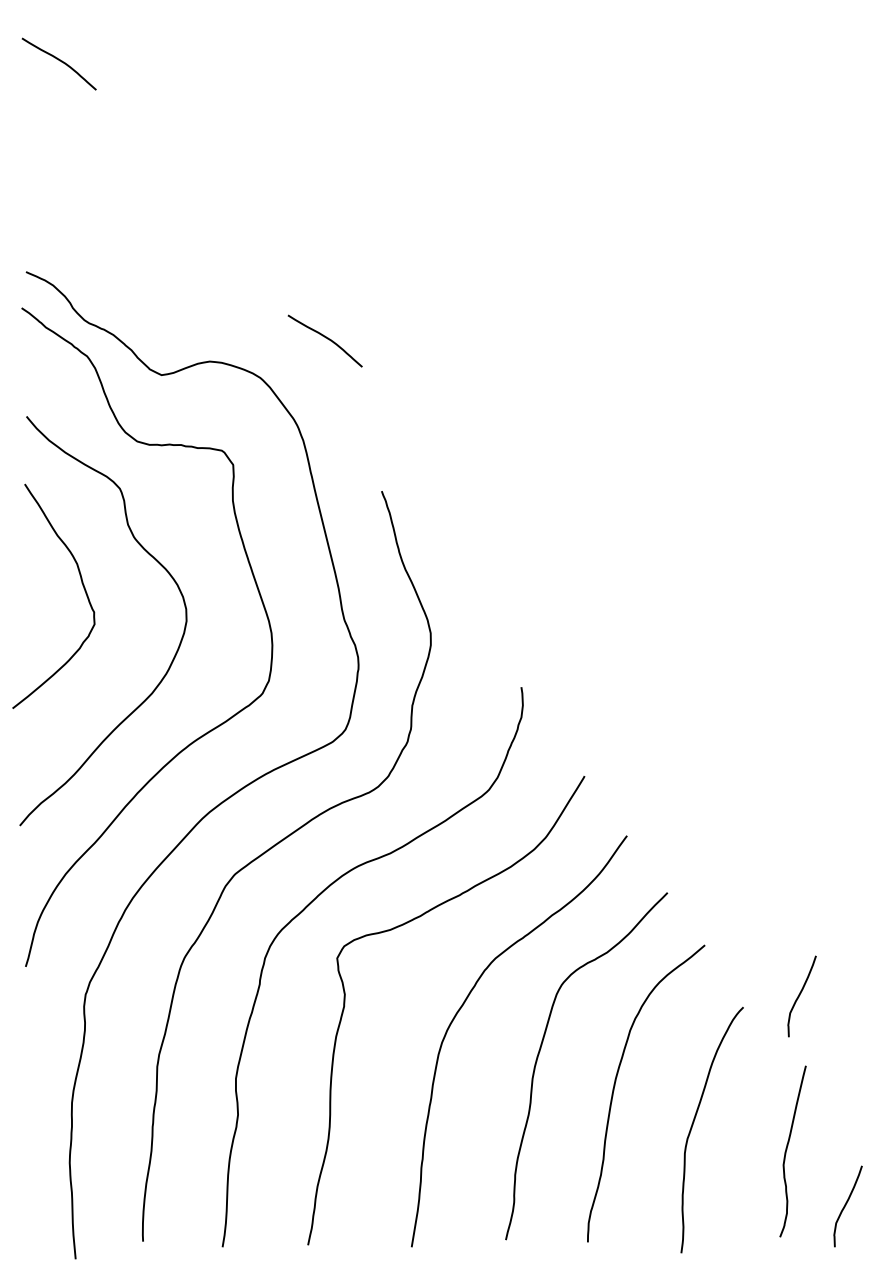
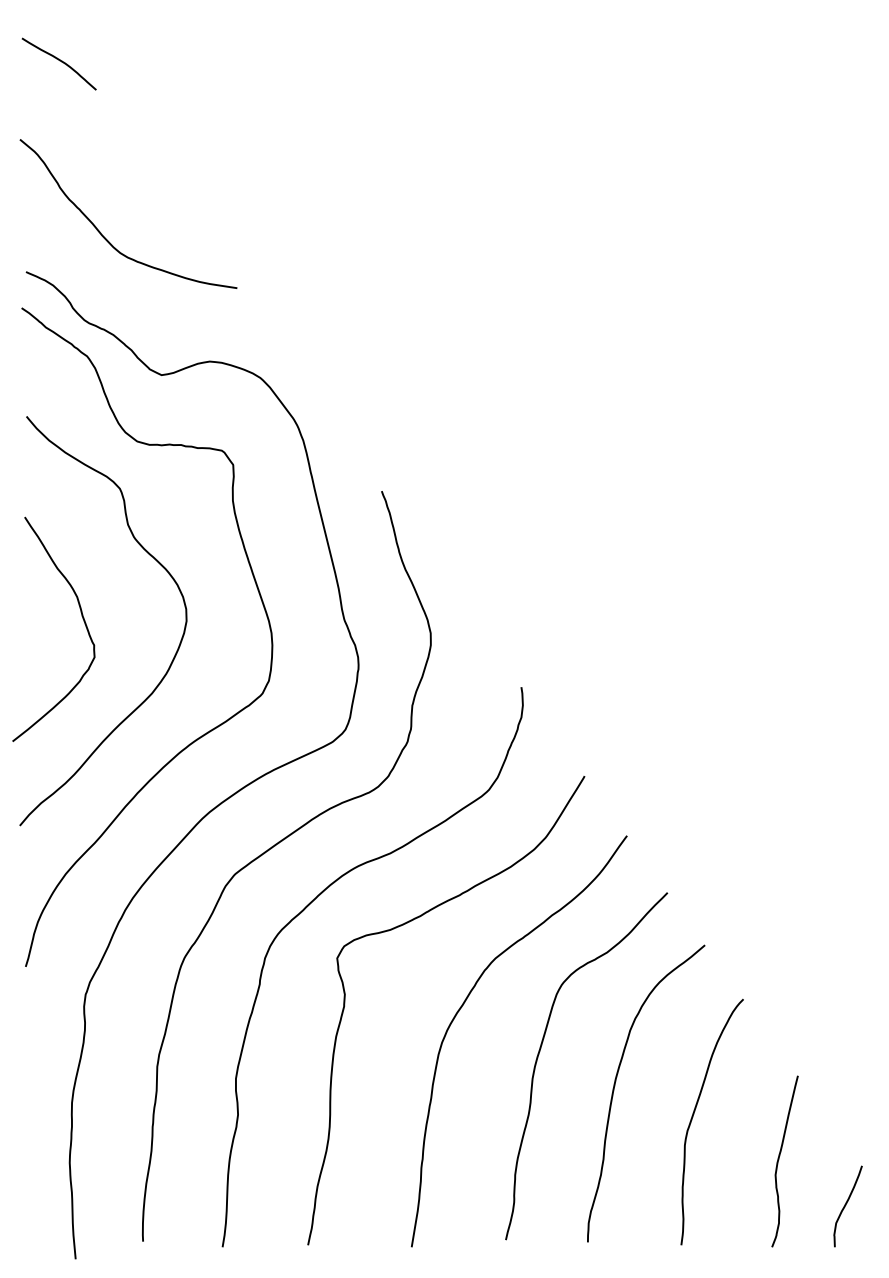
curve at (104, 236): none -> present
curve at (325, 338): present -> none
curve at (81, 583) position: (81, 583) -> (81, 616)
curve at (800, 995): present -> none
curve at (694, 1122) position: (694, 1122) -> (694, 1114)
curve at (787, 1149) position: (787, 1149) -> (779, 1159)
